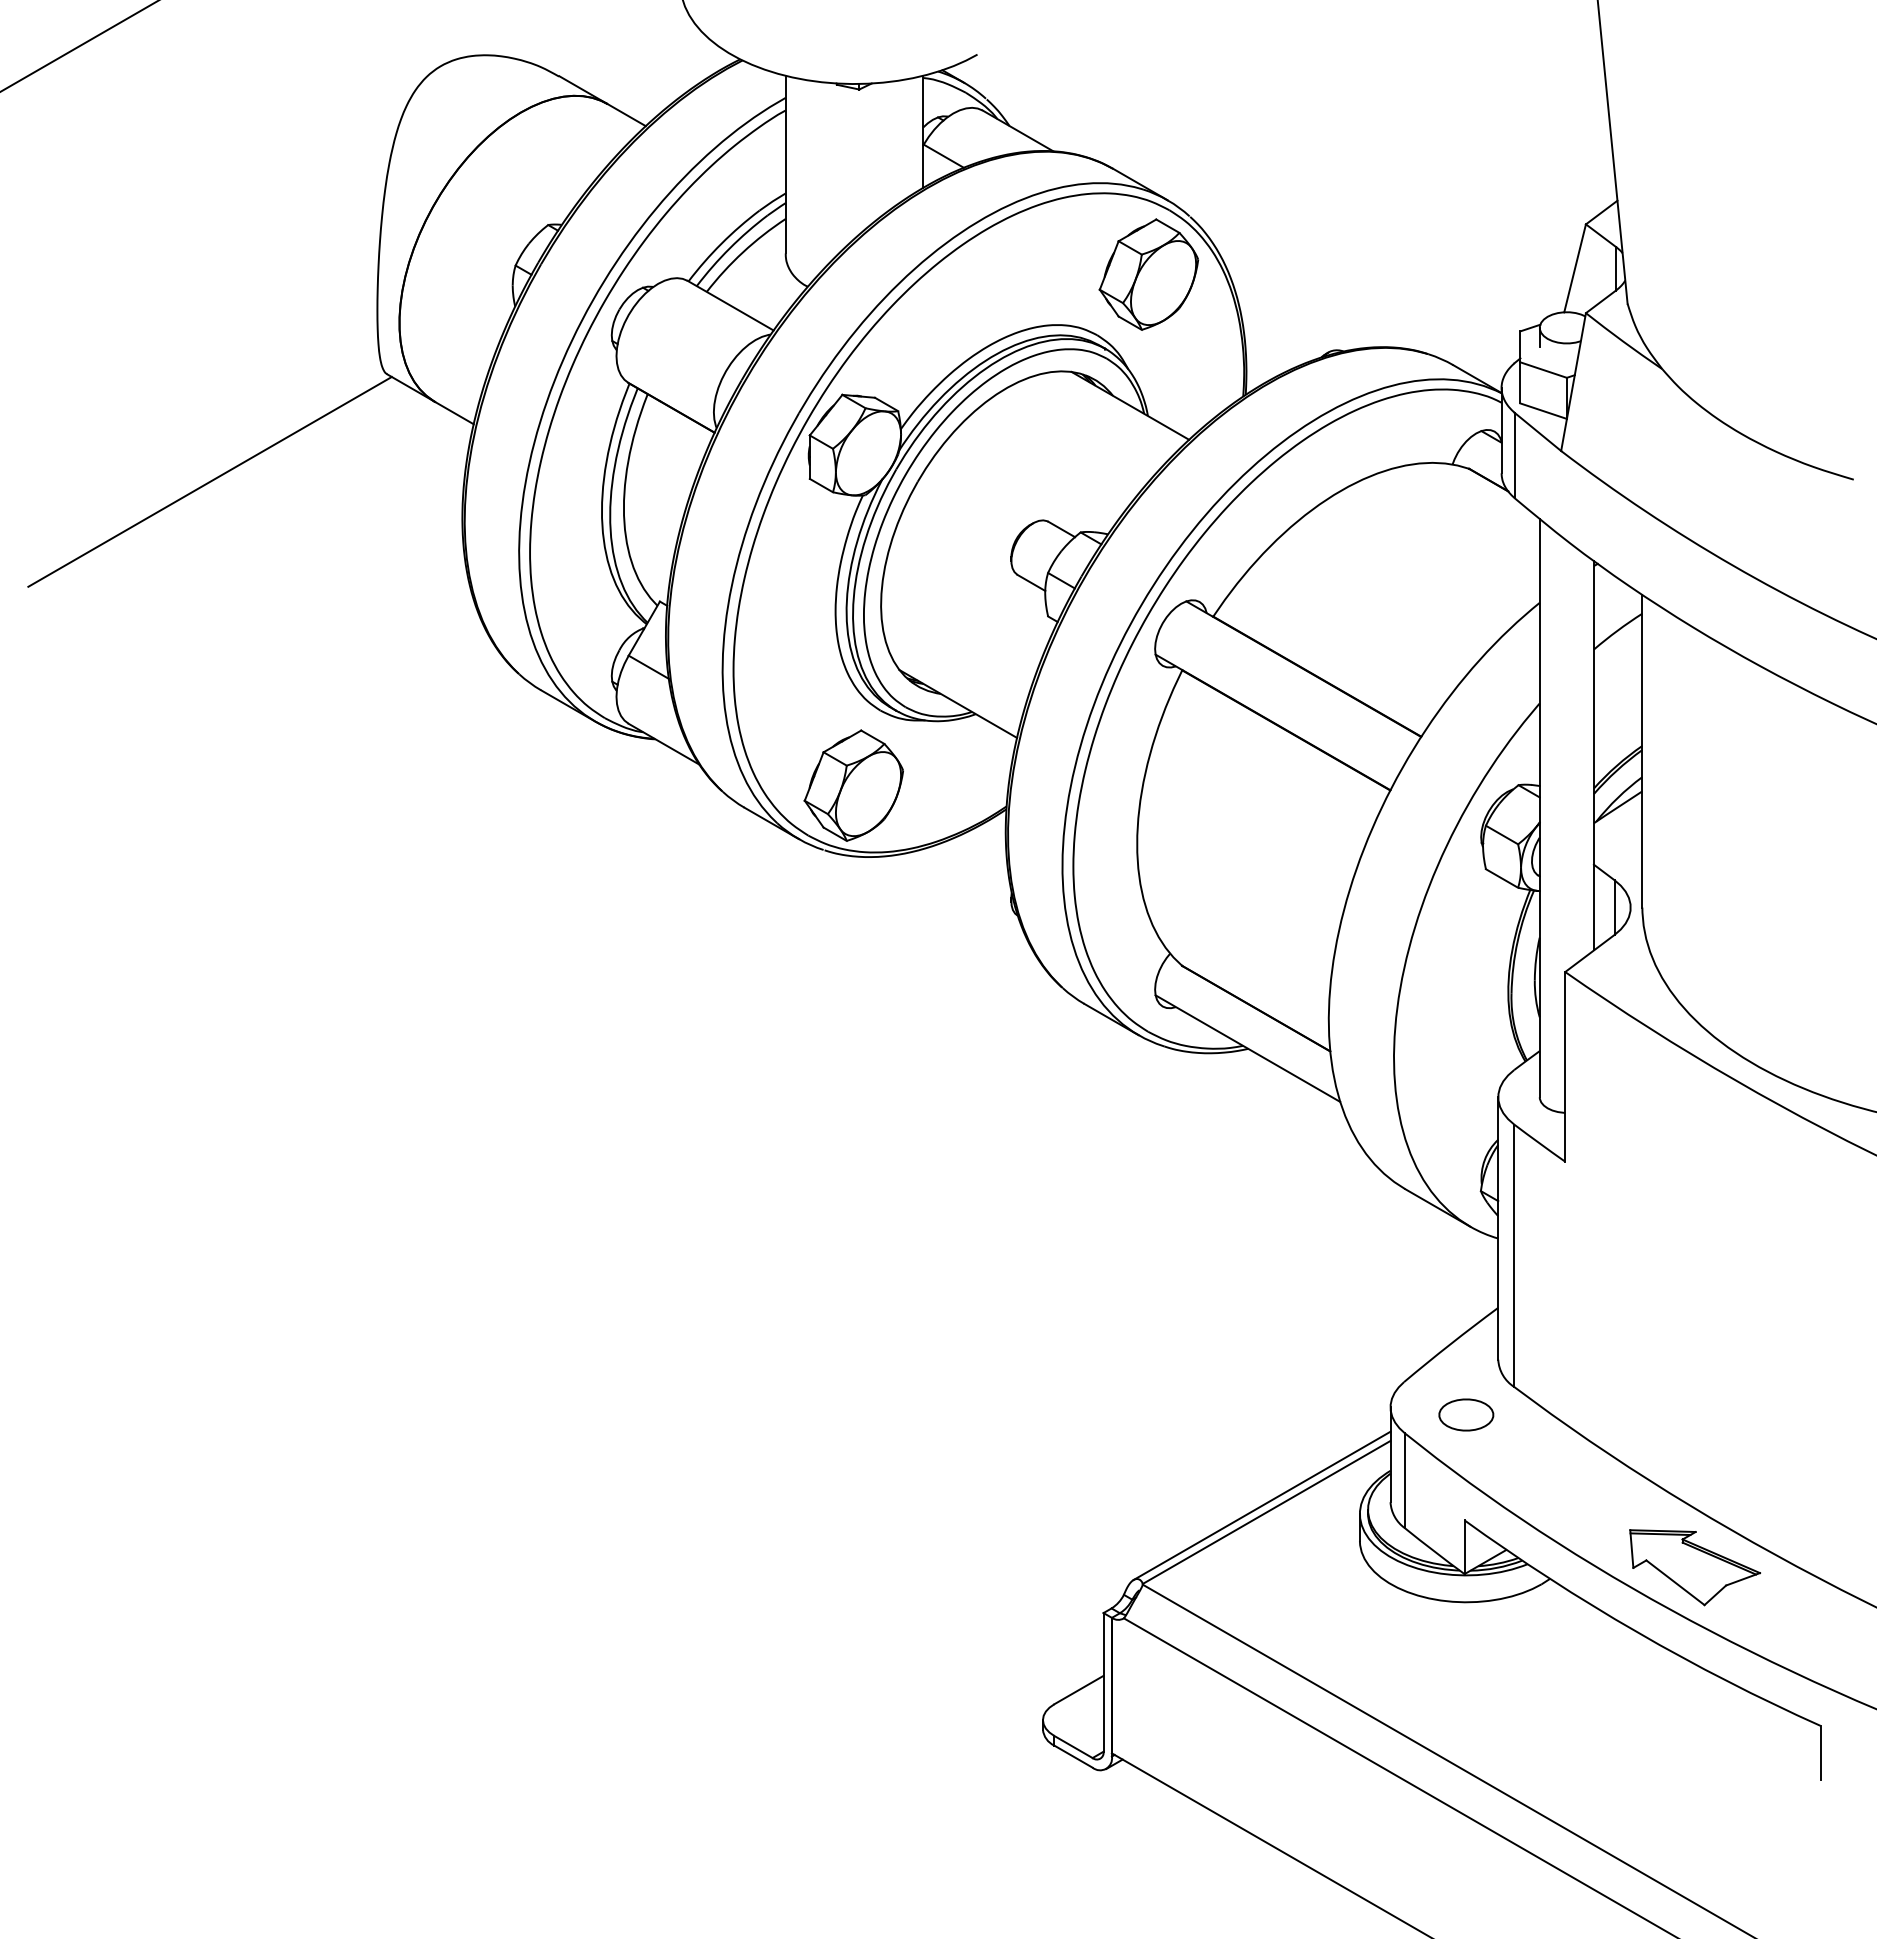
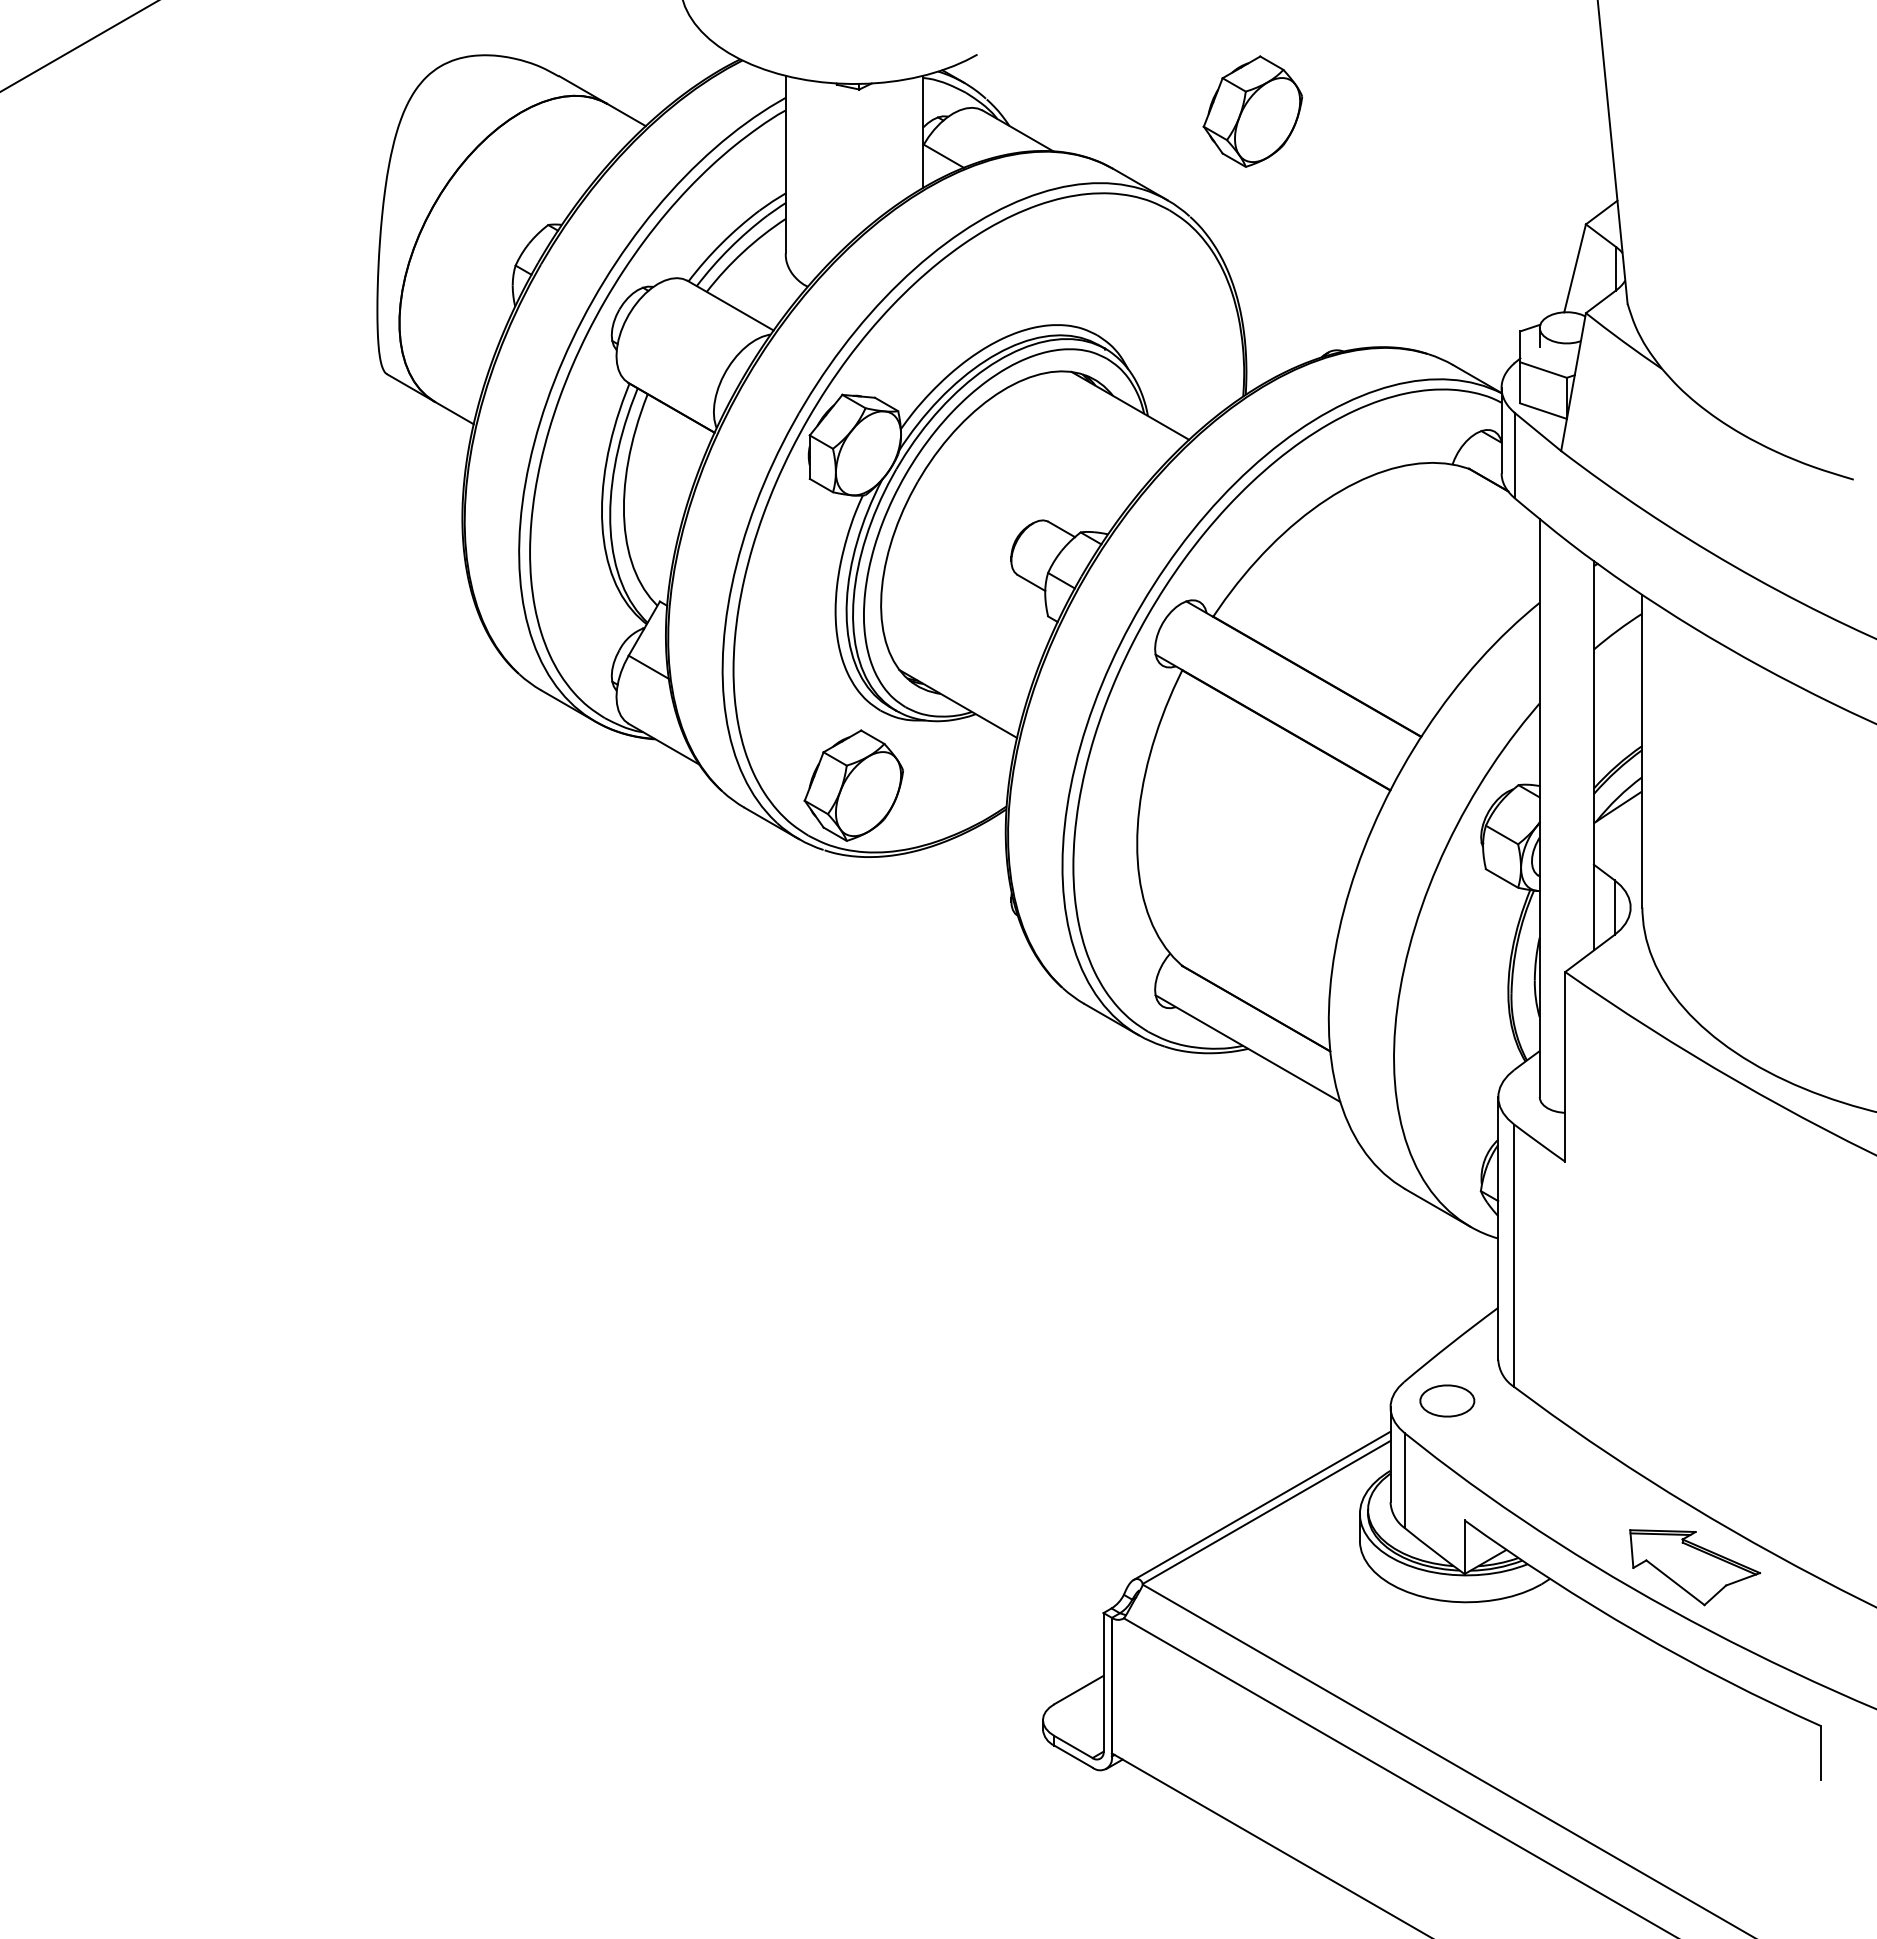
part at (1148, 274) position: (1148, 274) -> (1252, 111)
line at (209, 481): present -> none
part at (1466, 1414) position: (1466, 1414) -> (1447, 1400)
